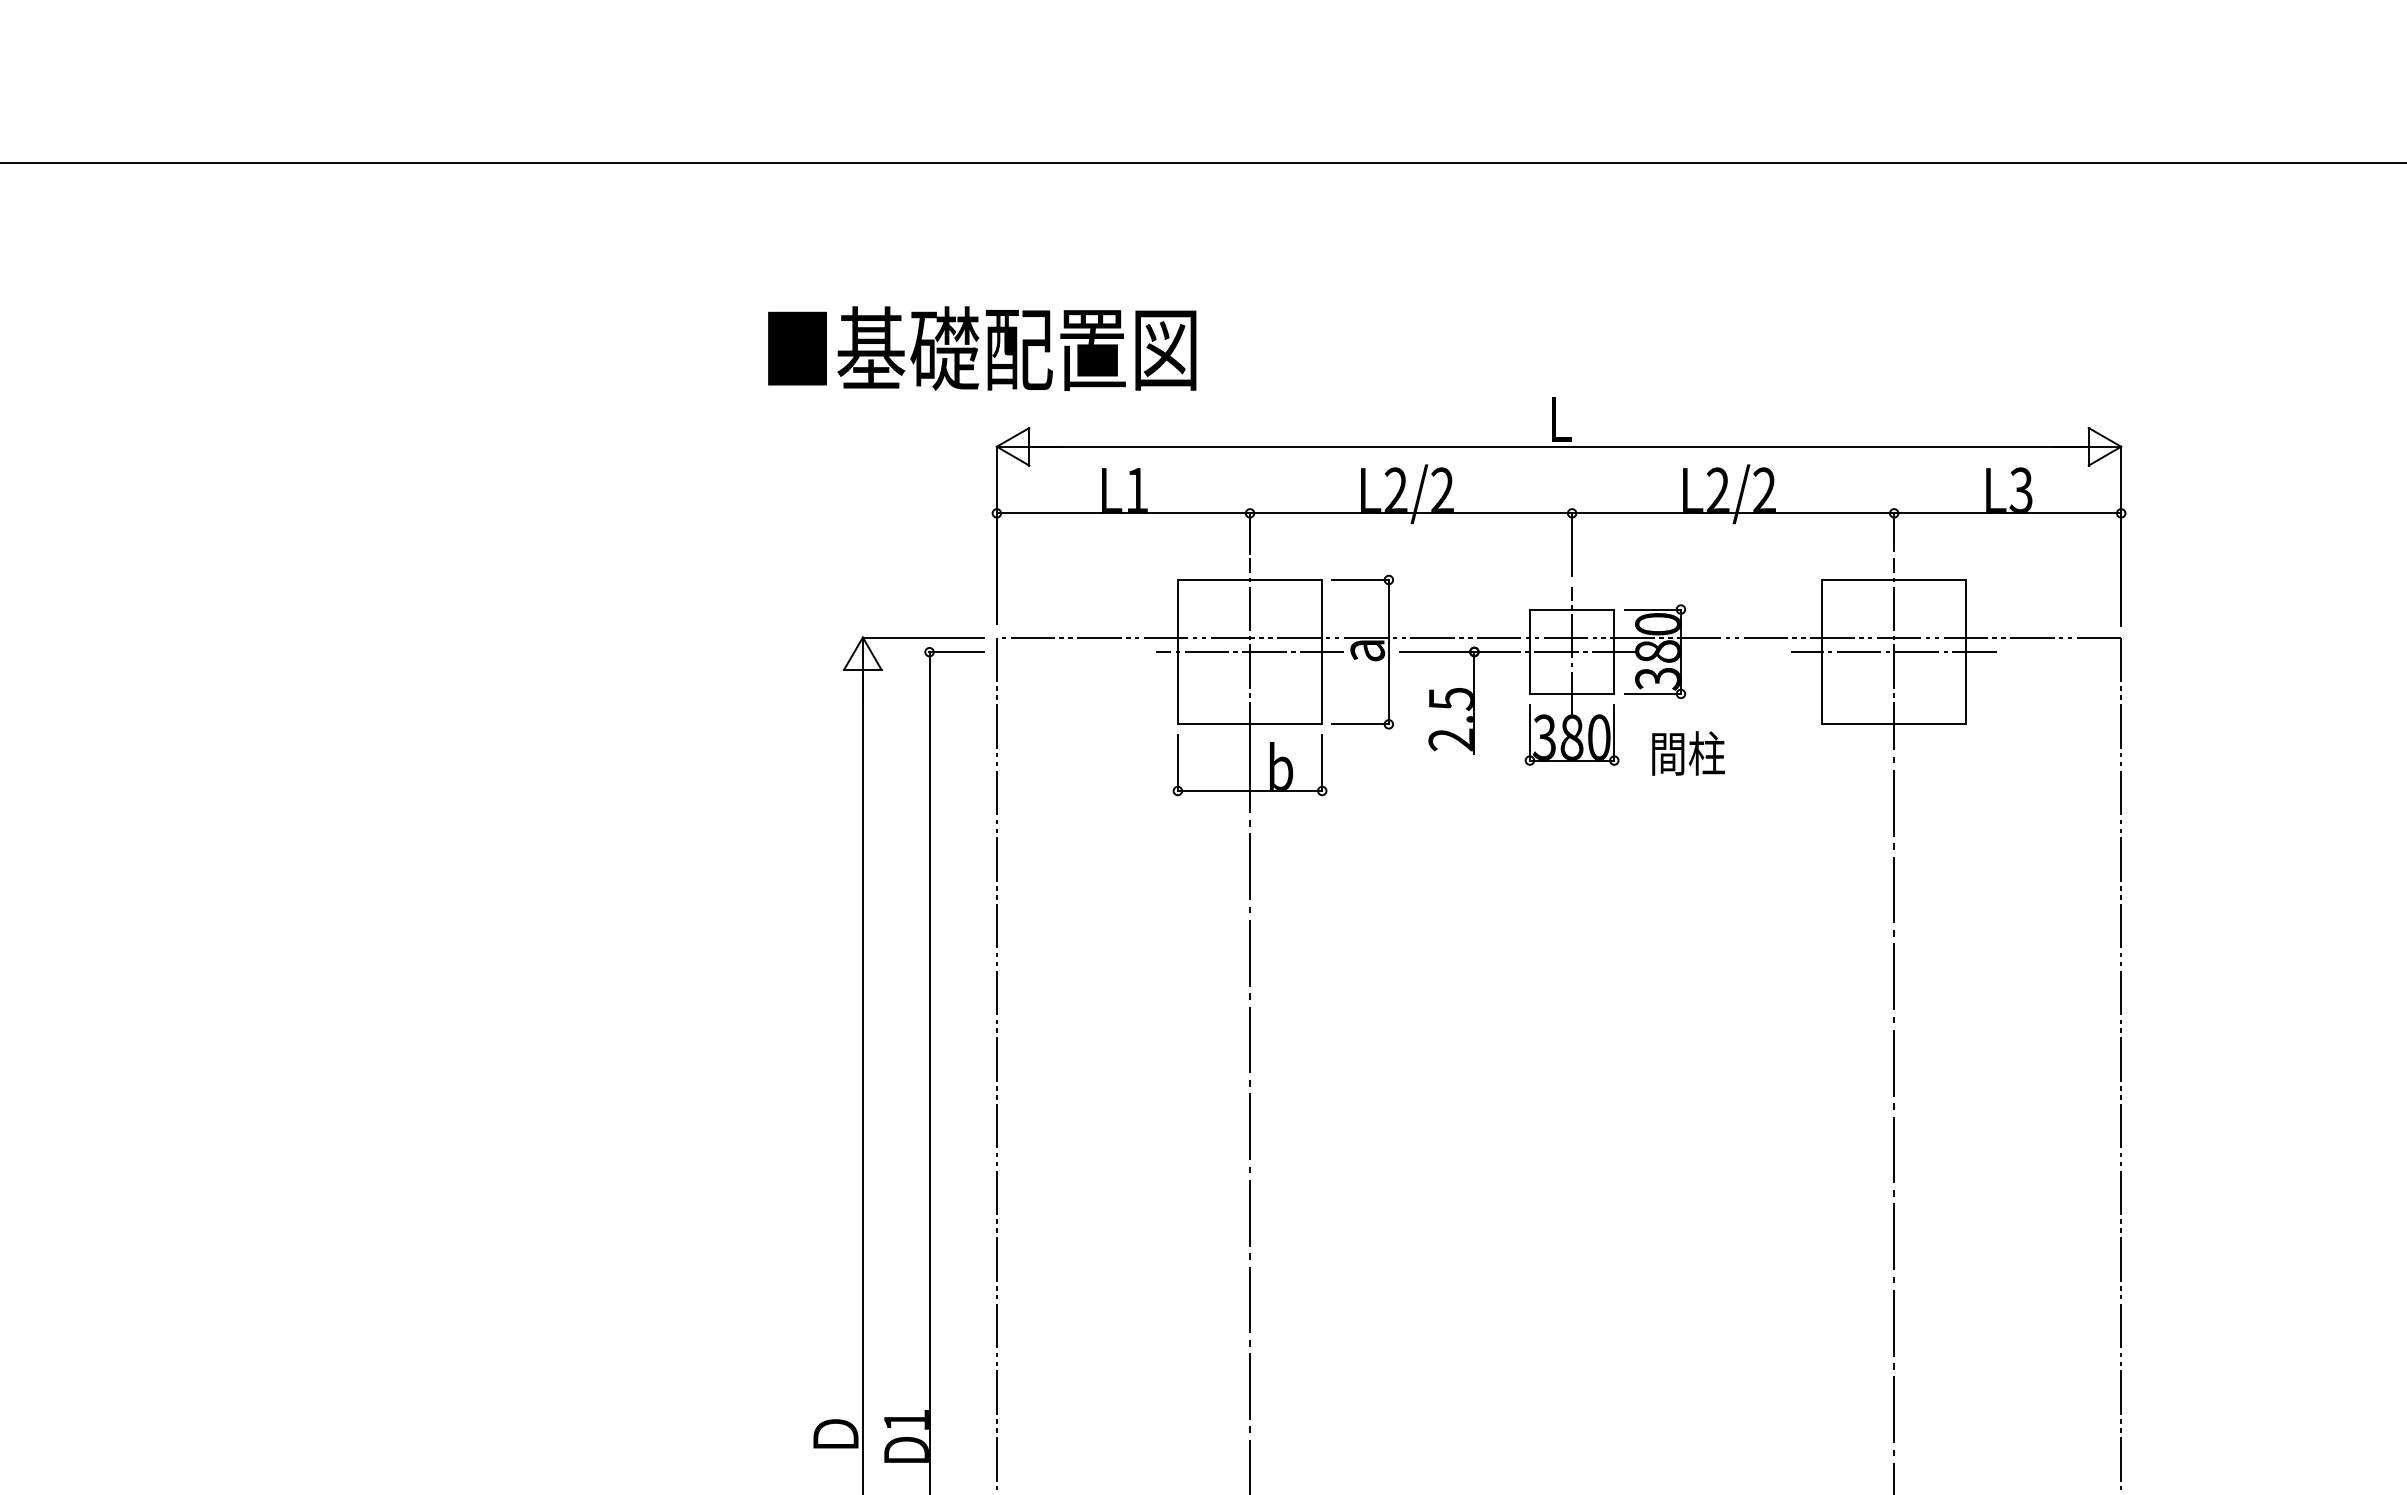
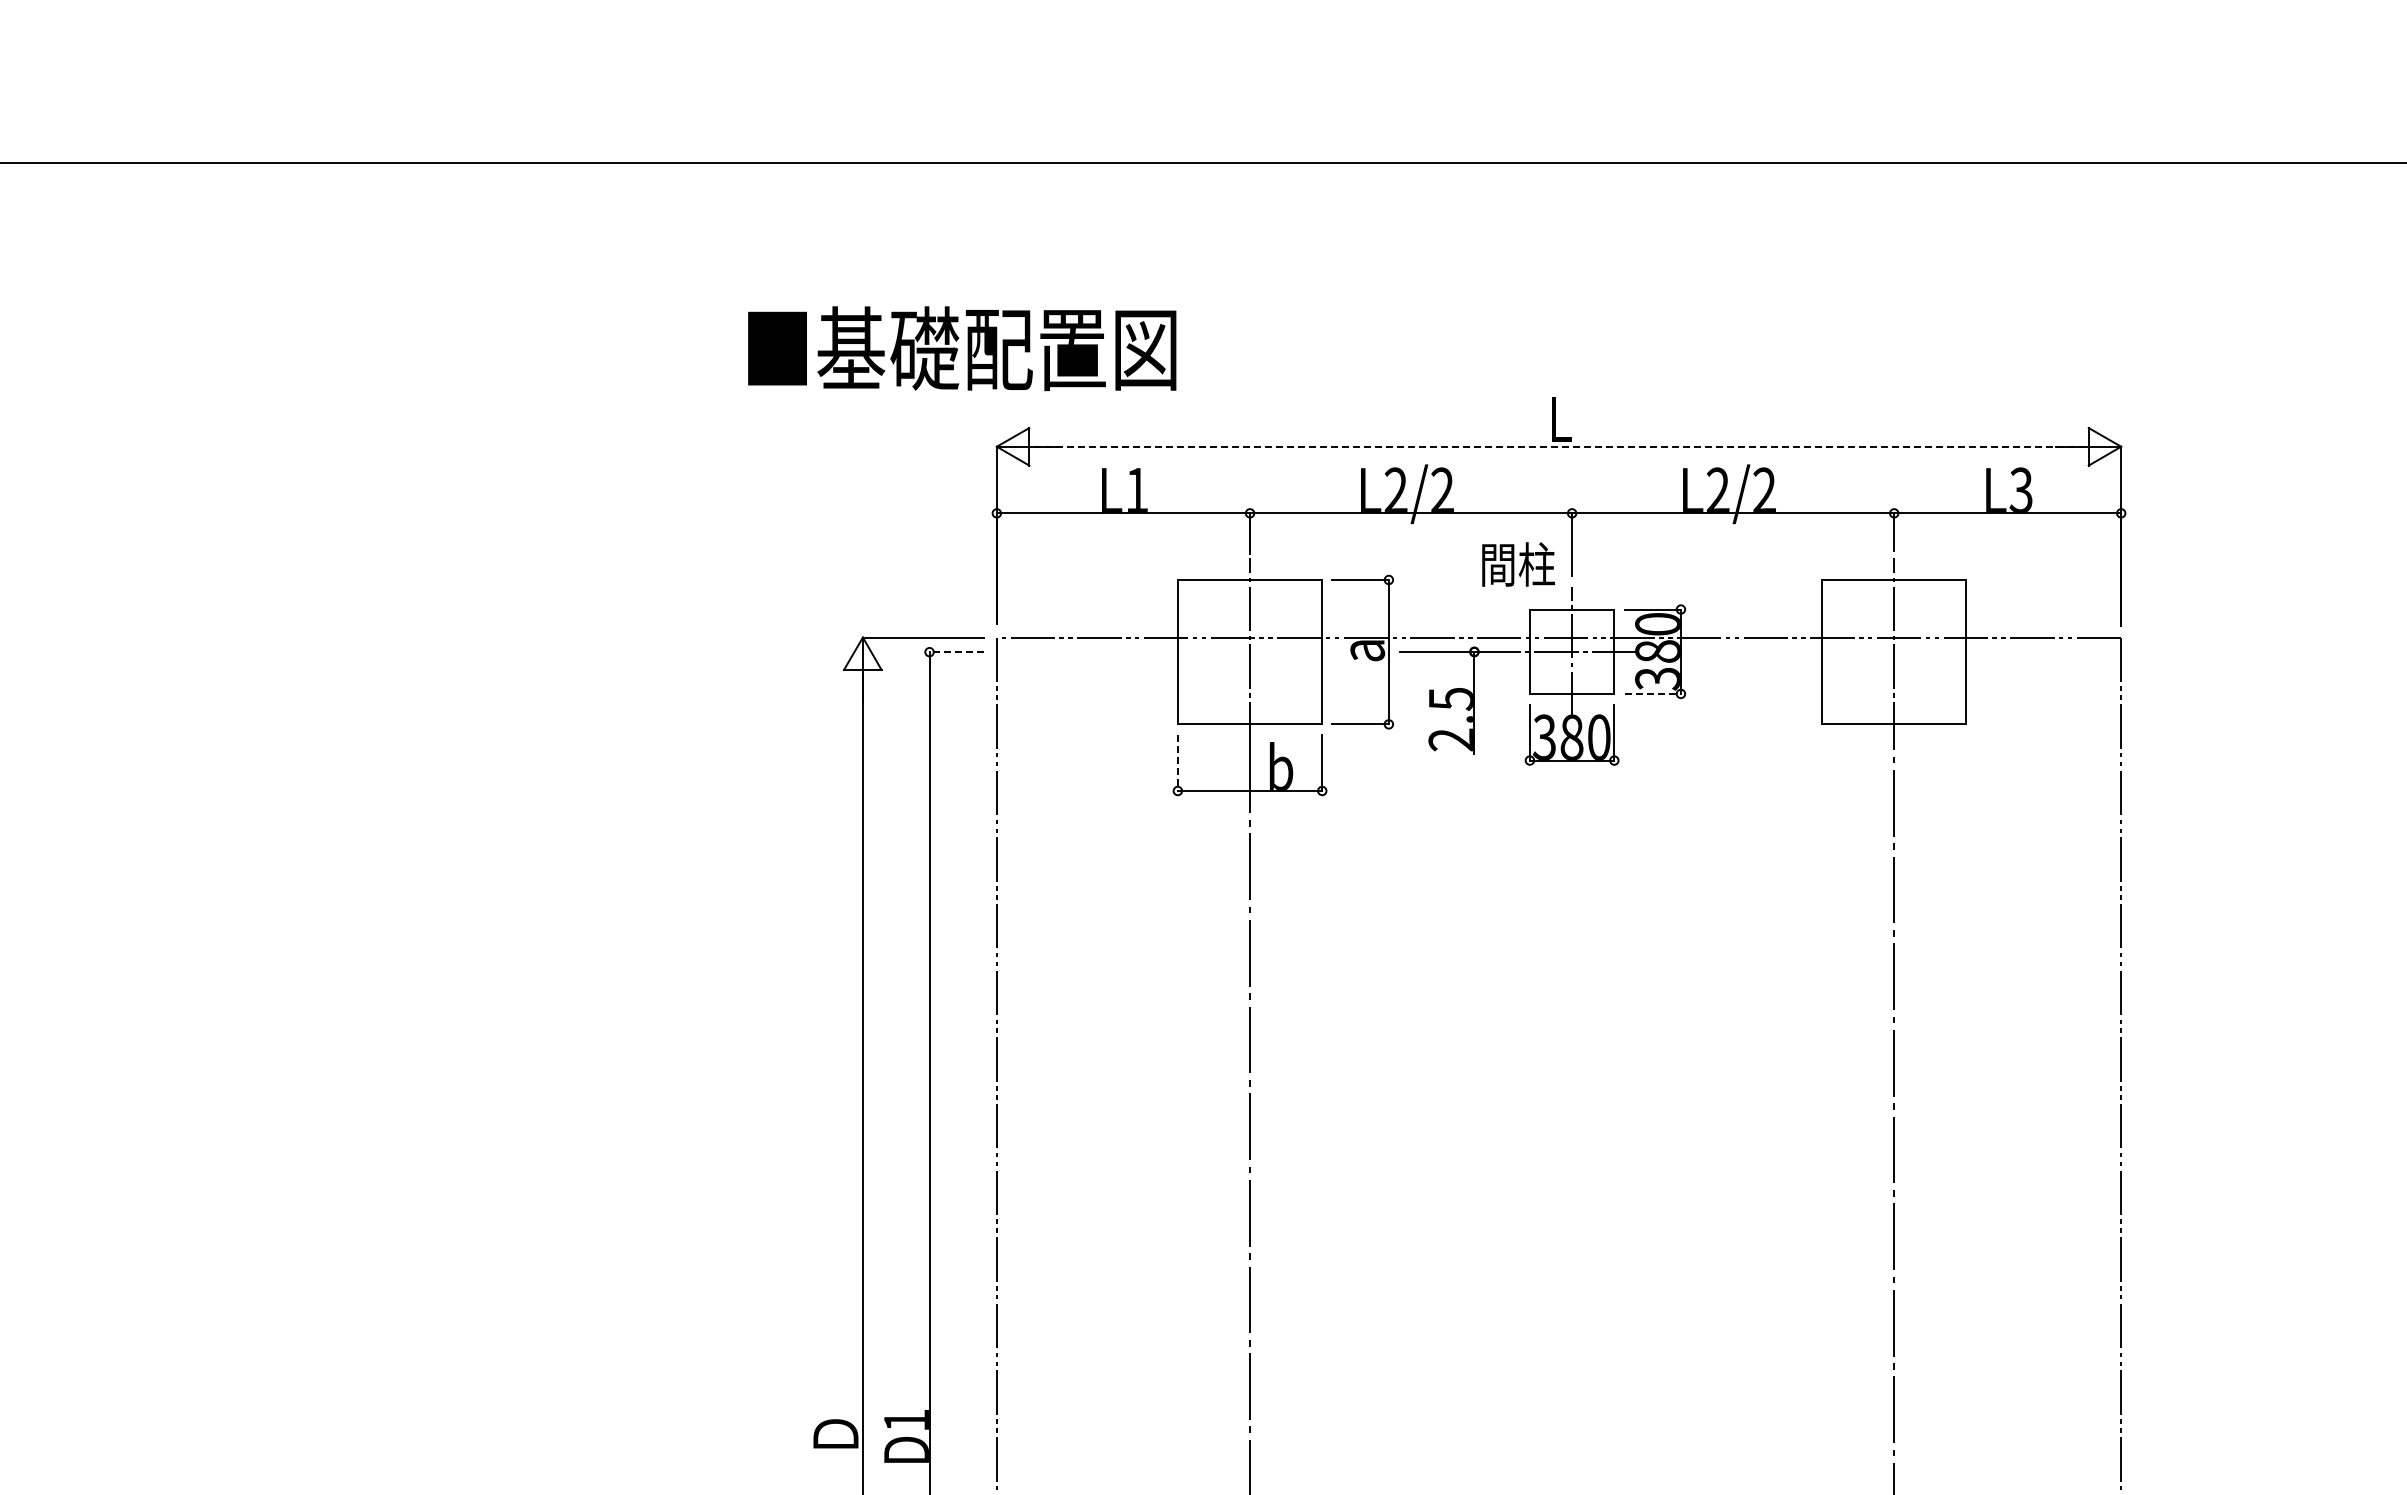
text at (982, 348) position: (982, 348) -> (962, 348)
line at (1559, 446): solid -> dashed
line at (956, 652): solid -> dashed
line at (1249, 652): present -> none
line at (1893, 652): present -> none
line at (1653, 693): solid -> dashed
text at (1688, 753) position: (1688, 753) -> (1518, 564)
line at (1177, 763): solid -> dashed
